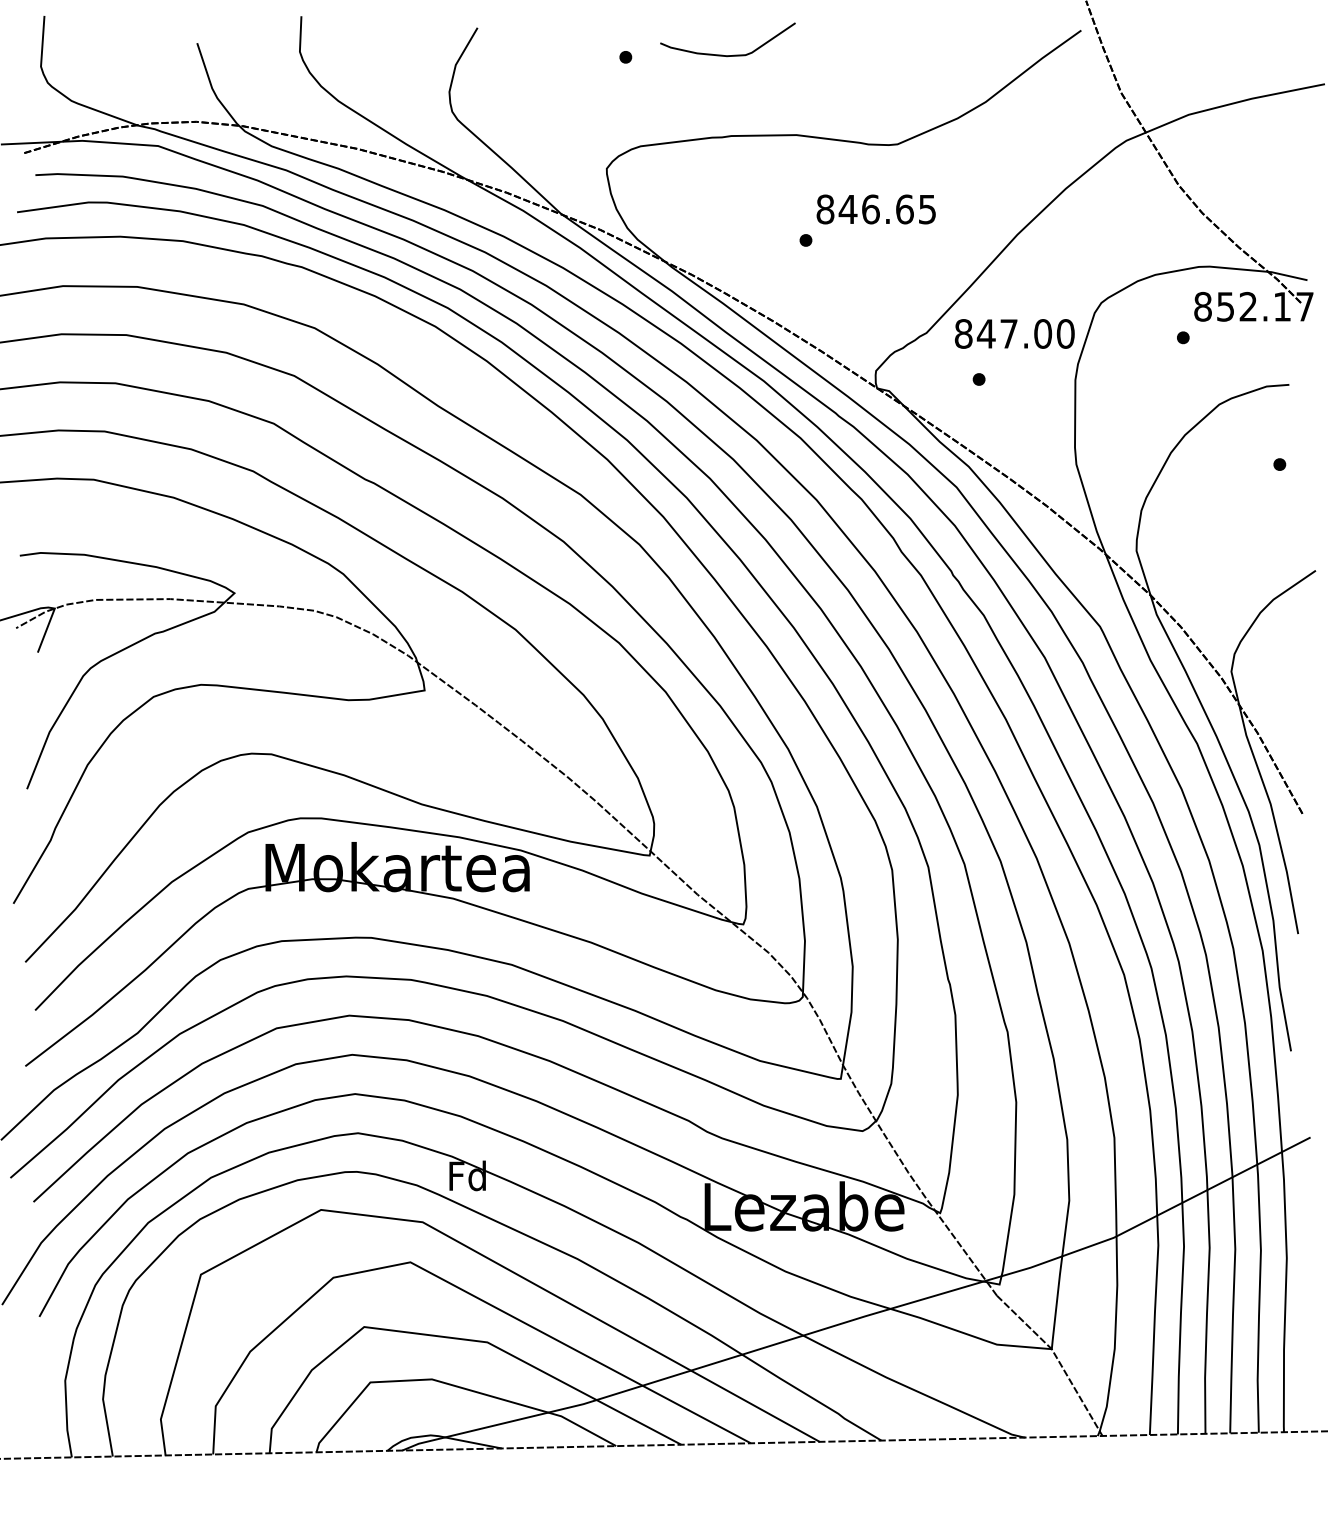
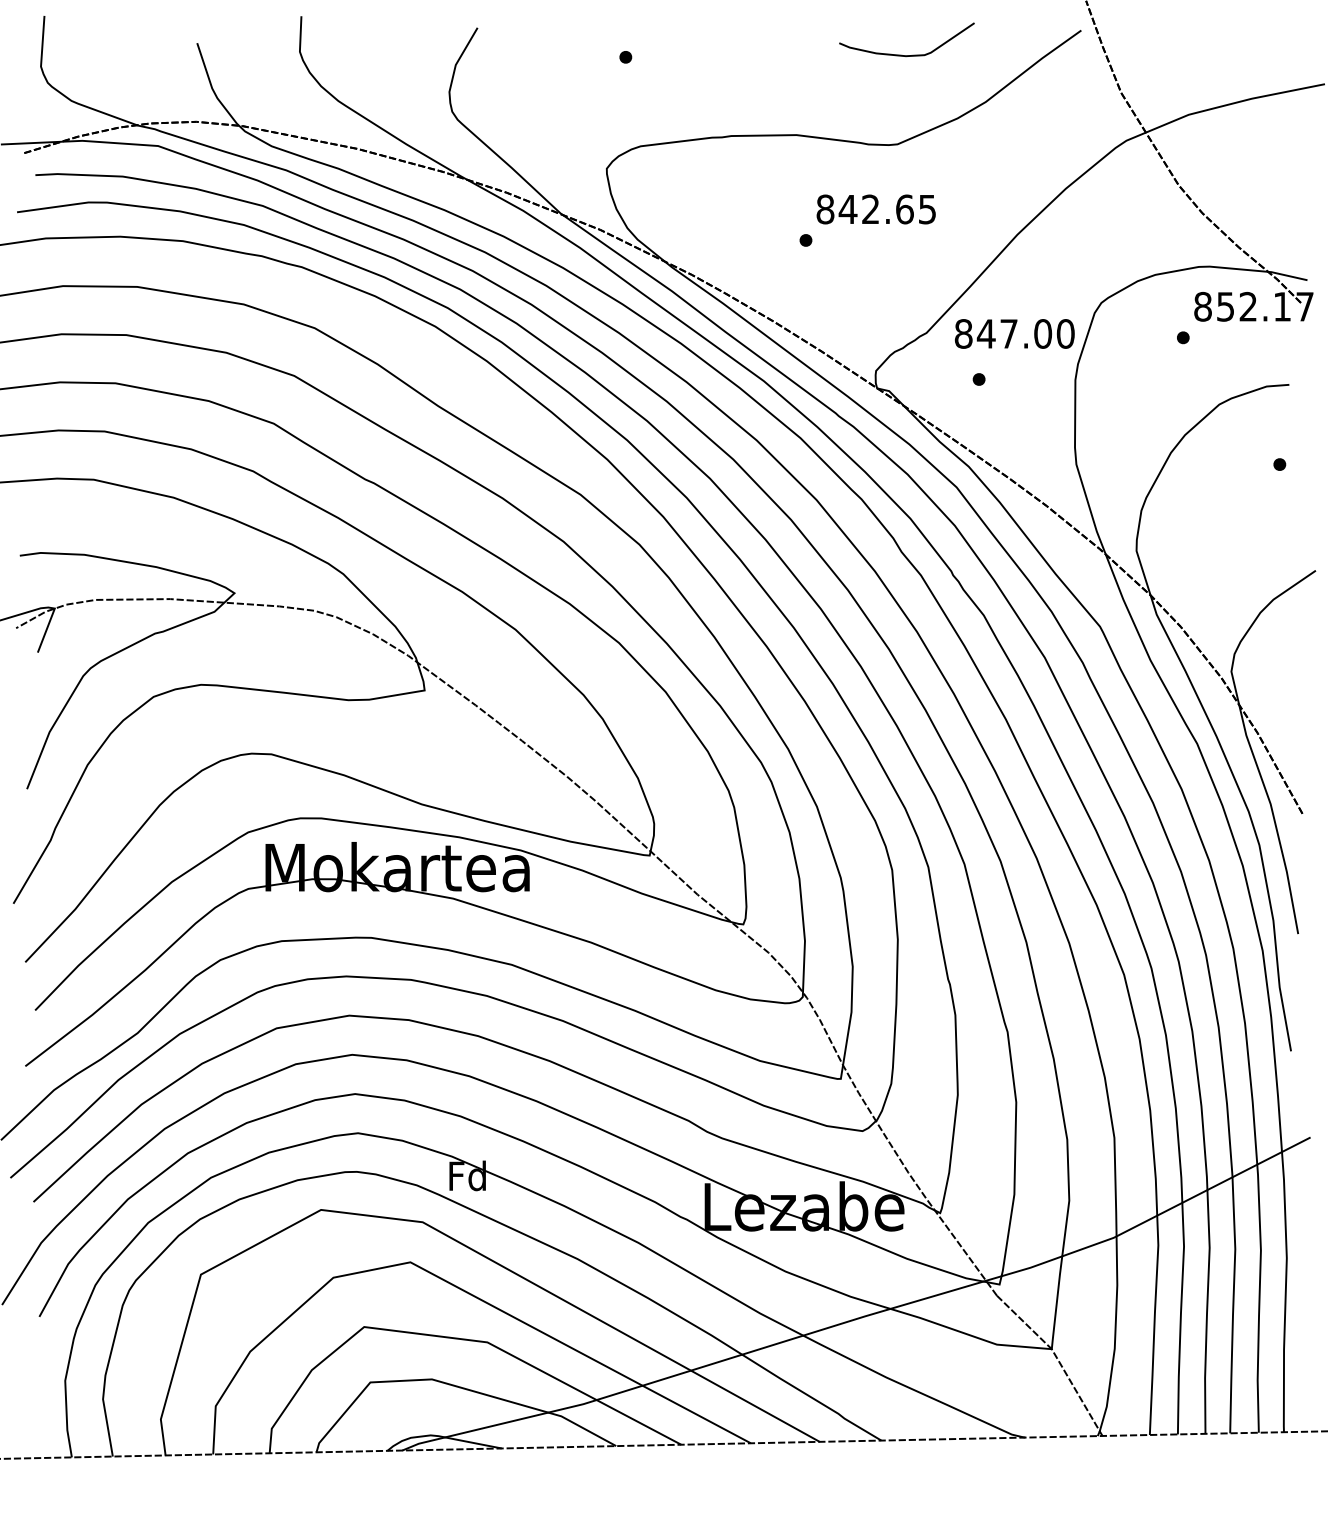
curve at (722, 54) position: (722, 54) -> (901, 54)
text at (870, 209): 846.65 -> 842.65
